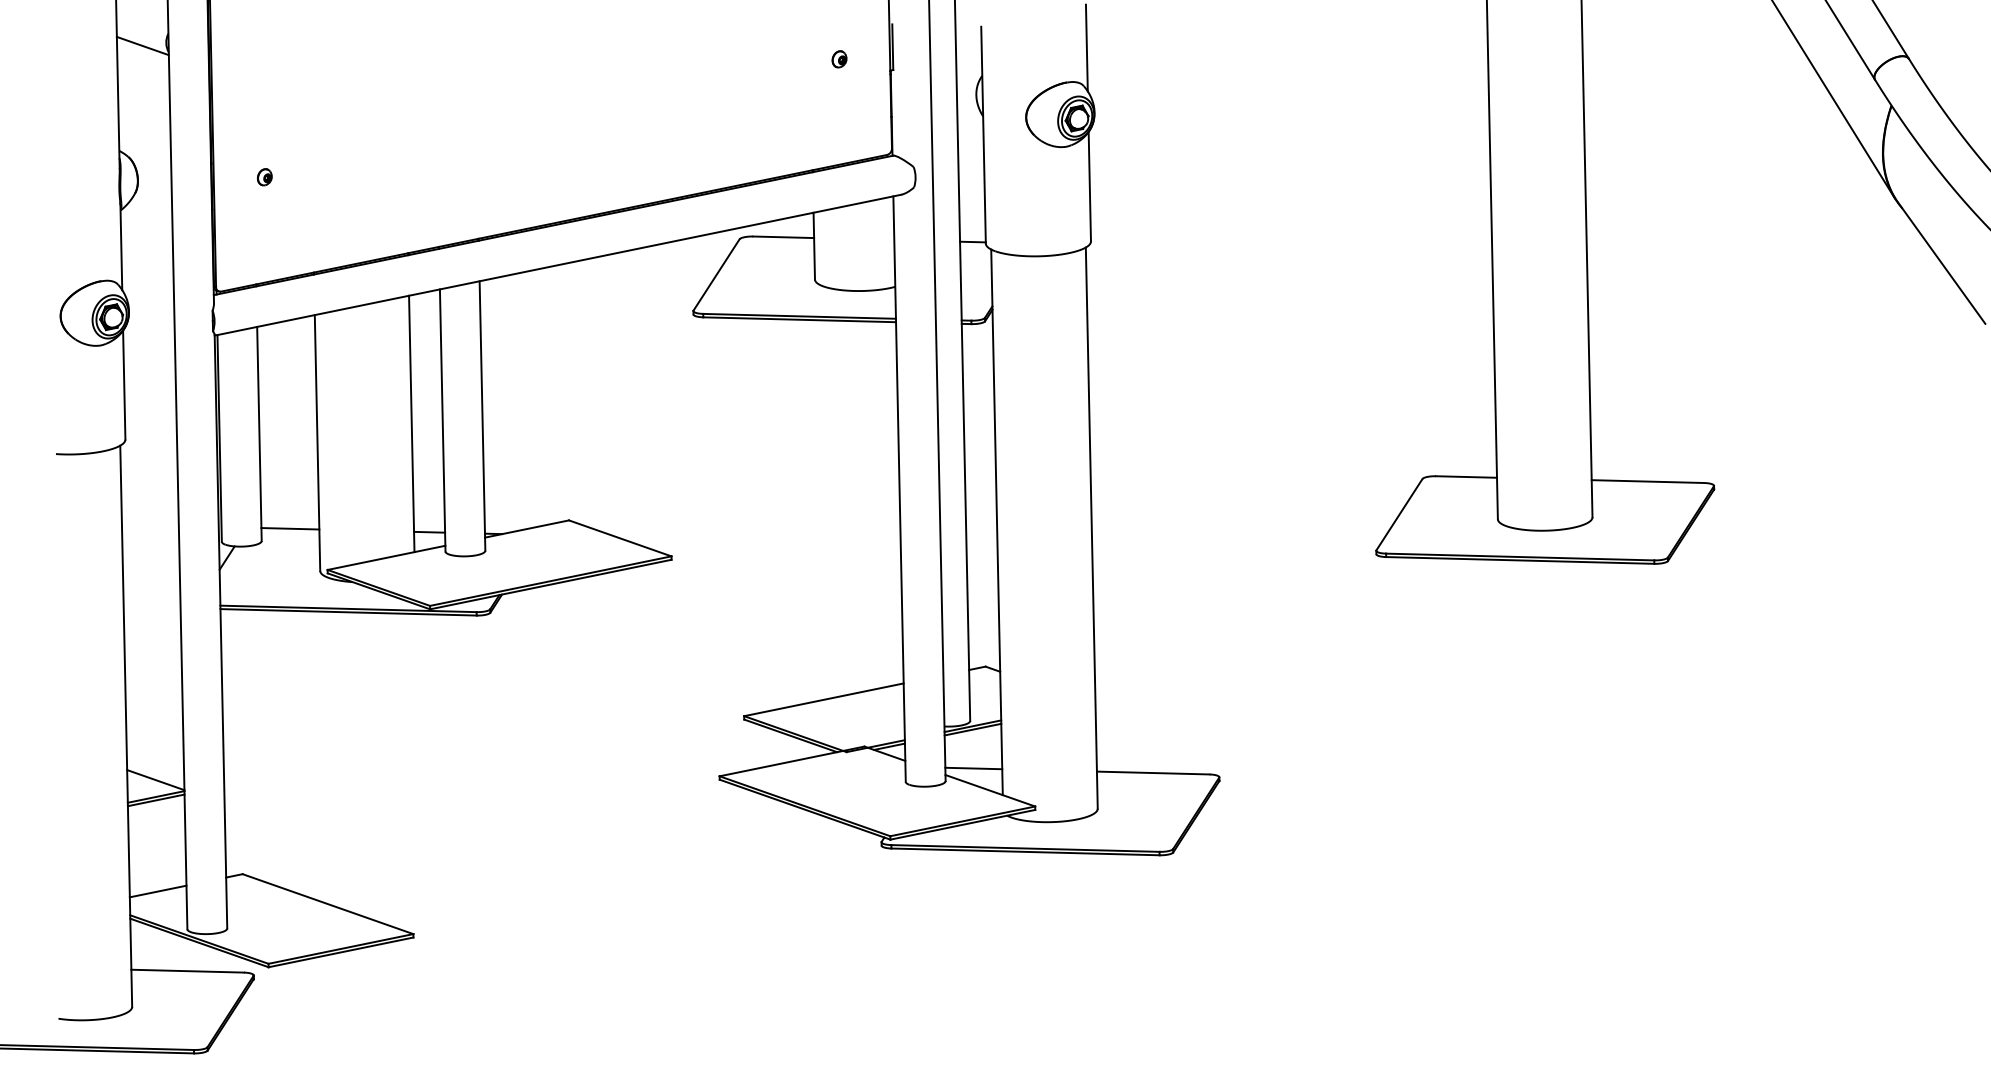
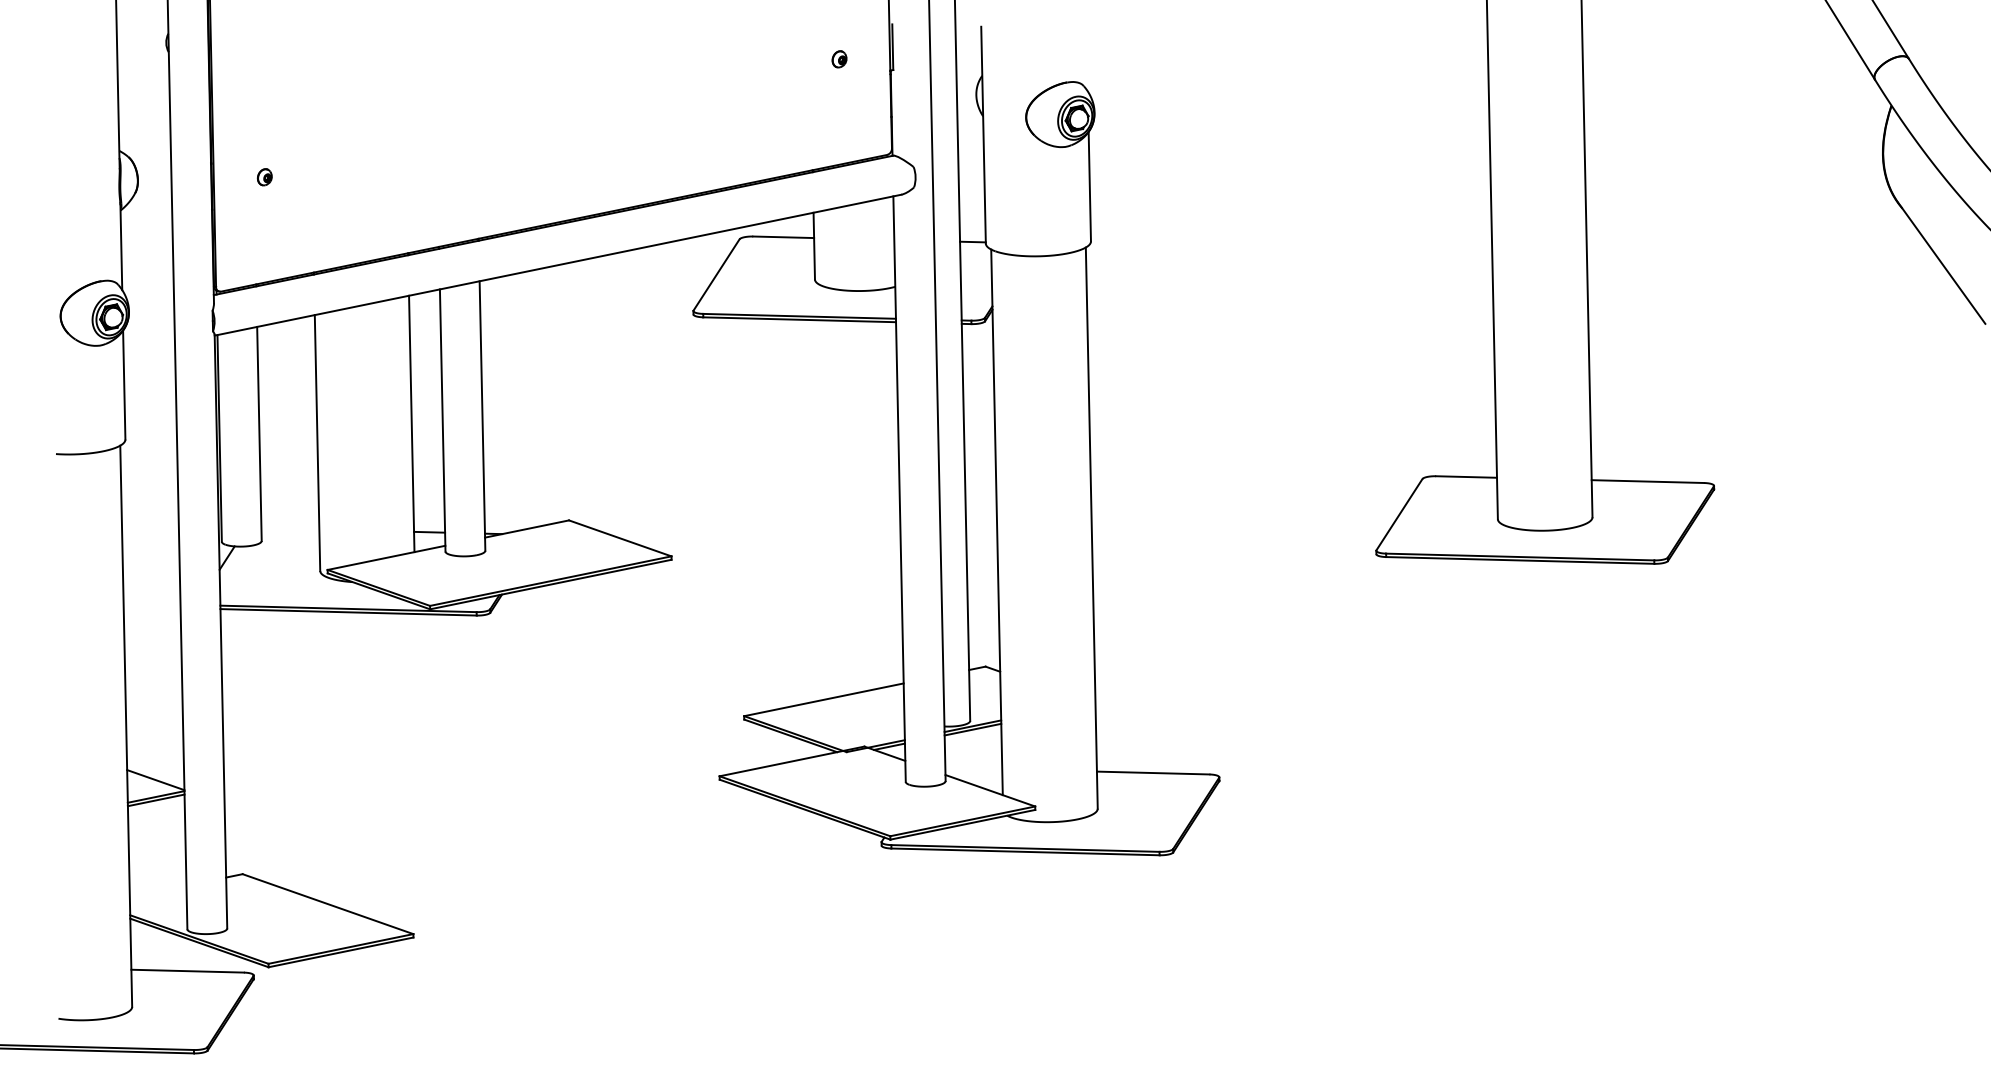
line at (142, 45): present -> none
line at (1086, 47): present -> none
line at (1834, 100): present -> none
line at (290, 528): present -> none
line at (973, 768): present -> none
line at (157, 891): present -> none
